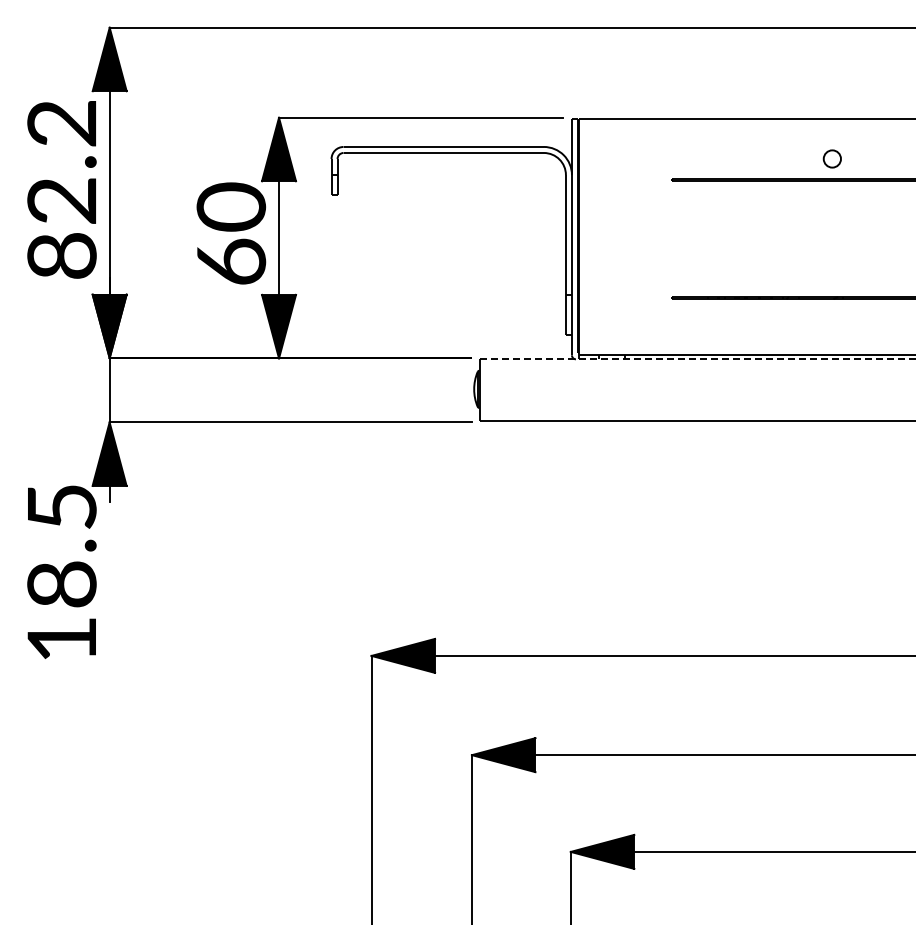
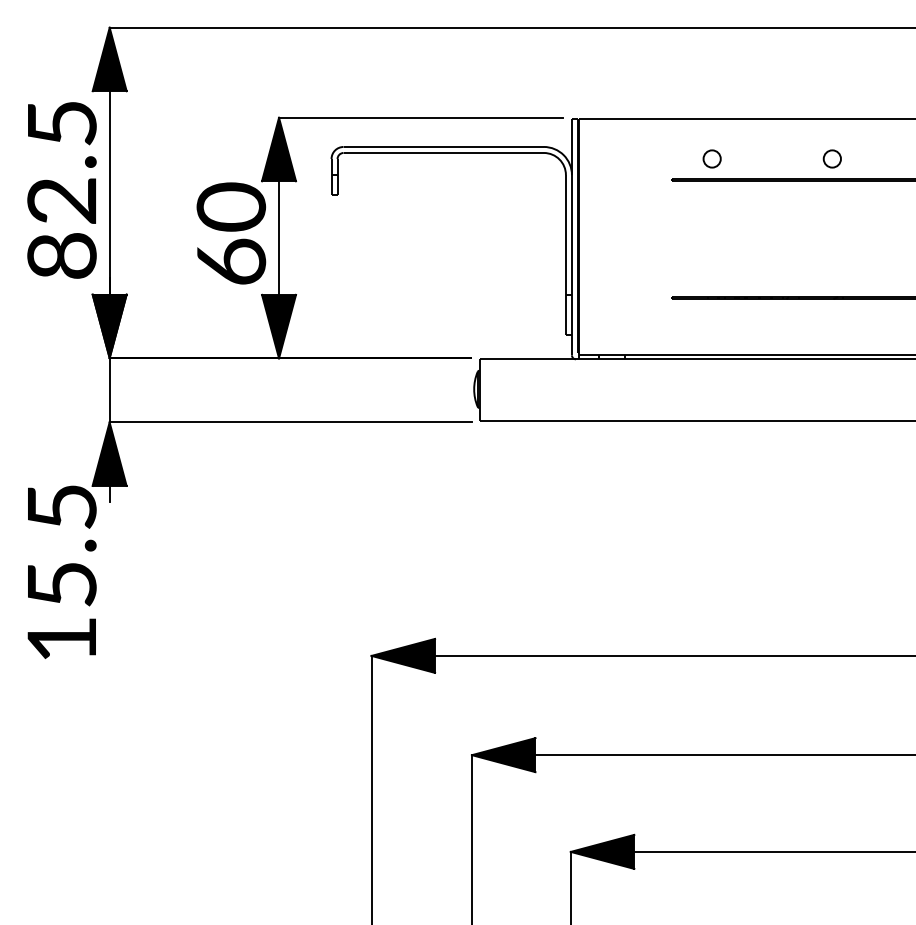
text at (61, 123): 82.2 -> 82.5
part at (711, 158): none -> present
line at (697, 359): dashed -> solid
text at (61, 584): 18.5 -> 15.5
